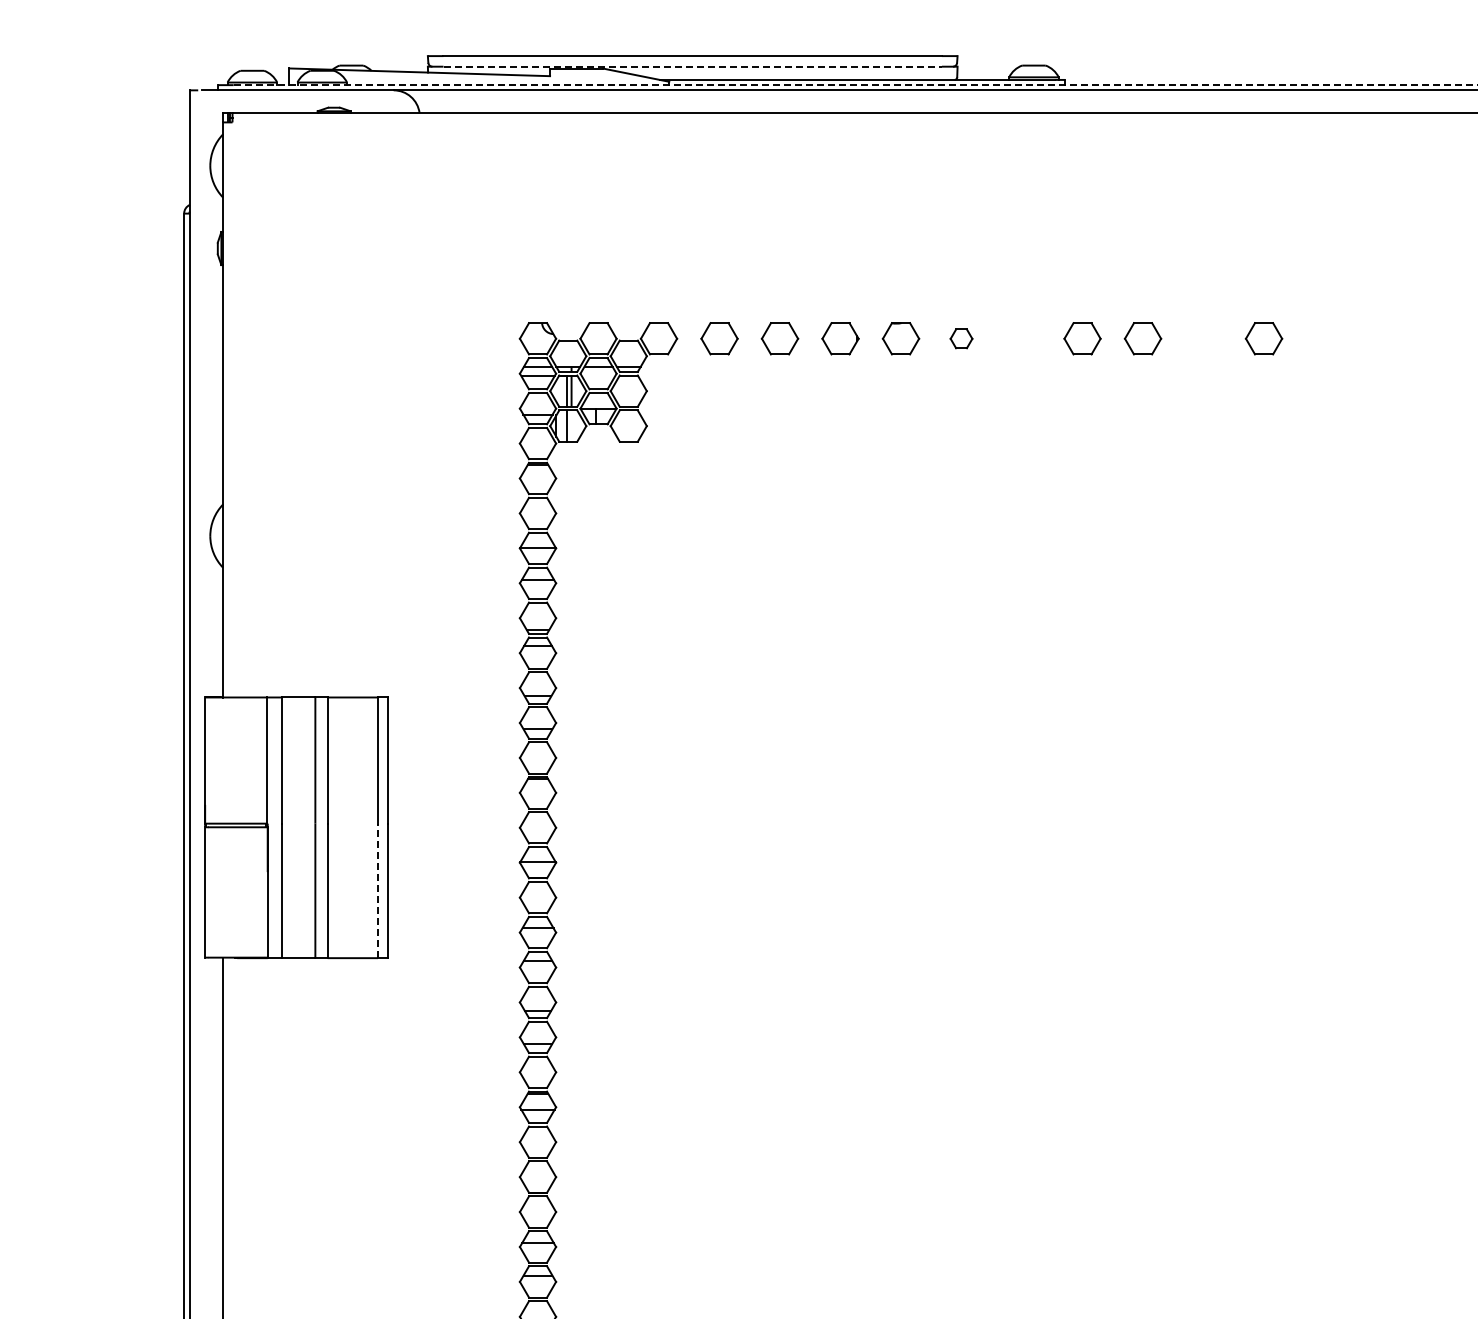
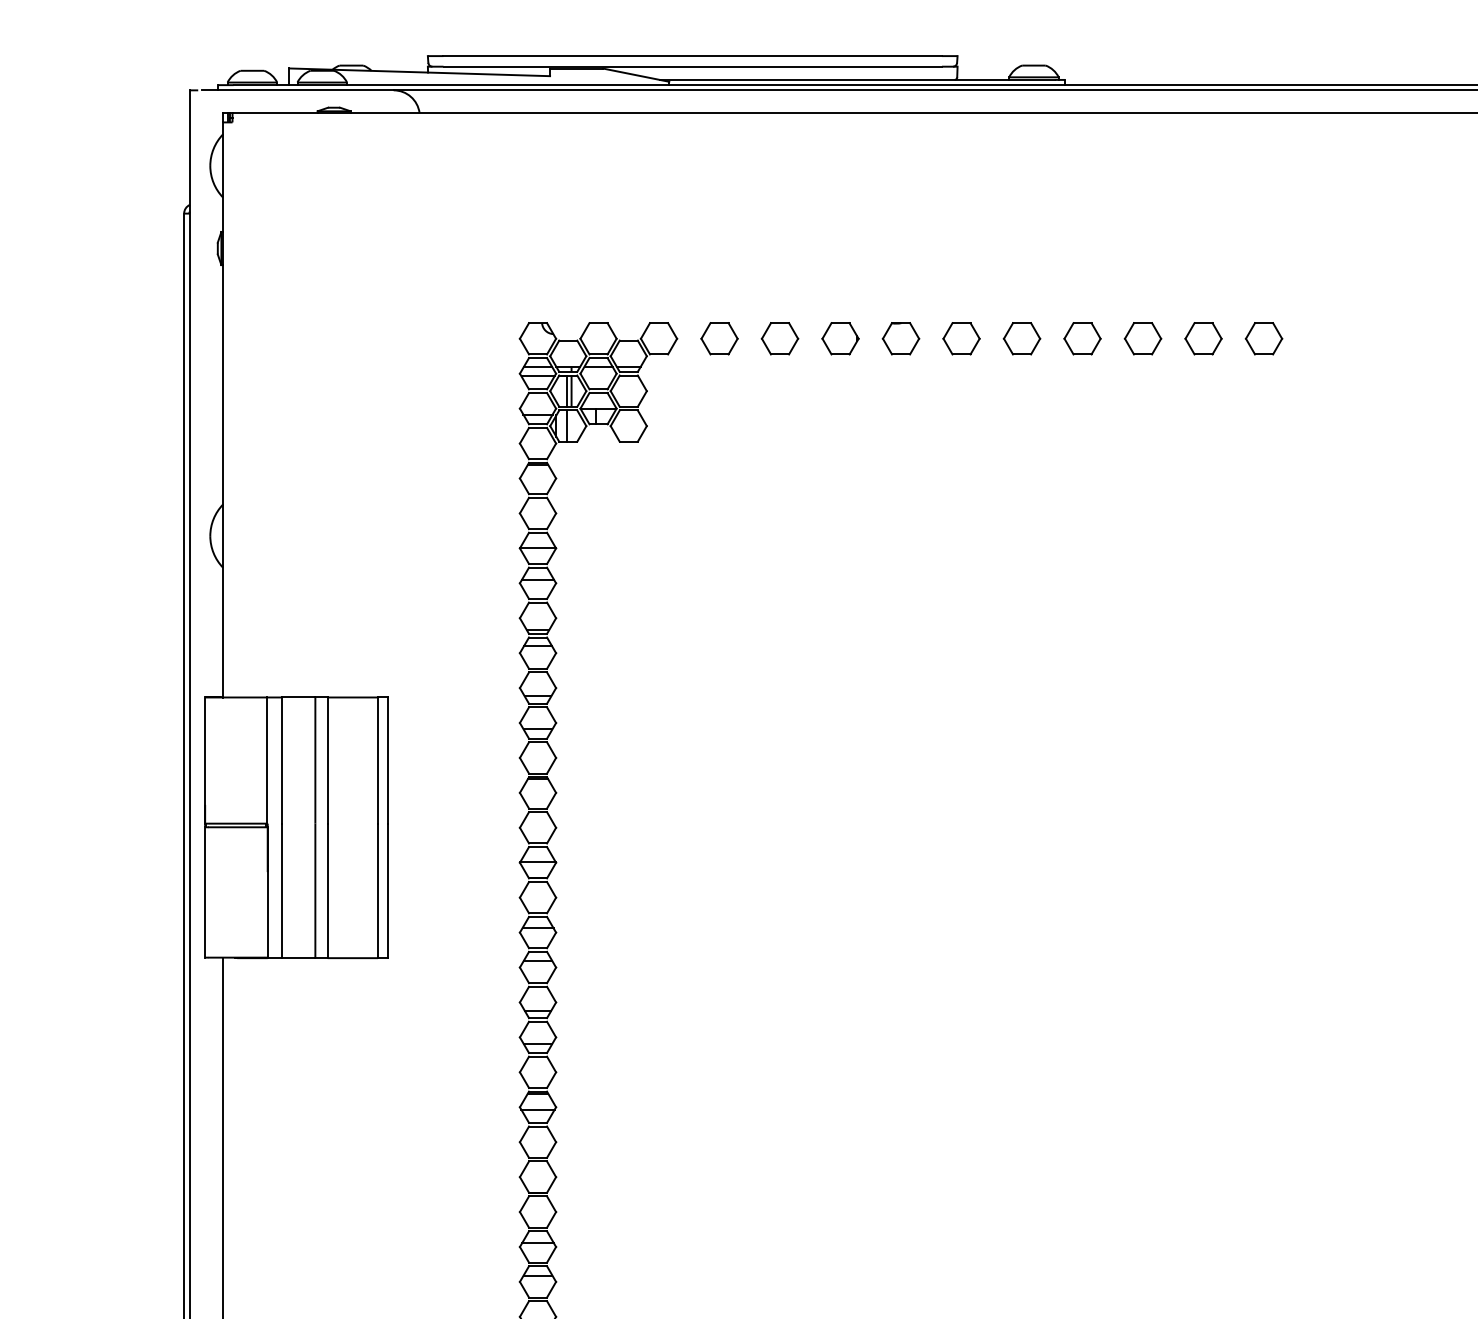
line at (693, 66): dashed -> solid
line at (855, 85): dashed -> solid
part at (961, 338) size: 25x22 px -> 39x34 px
part at (1021, 338): none -> present
part at (1203, 338): none -> present
line at (377, 890): dashed -> solid
